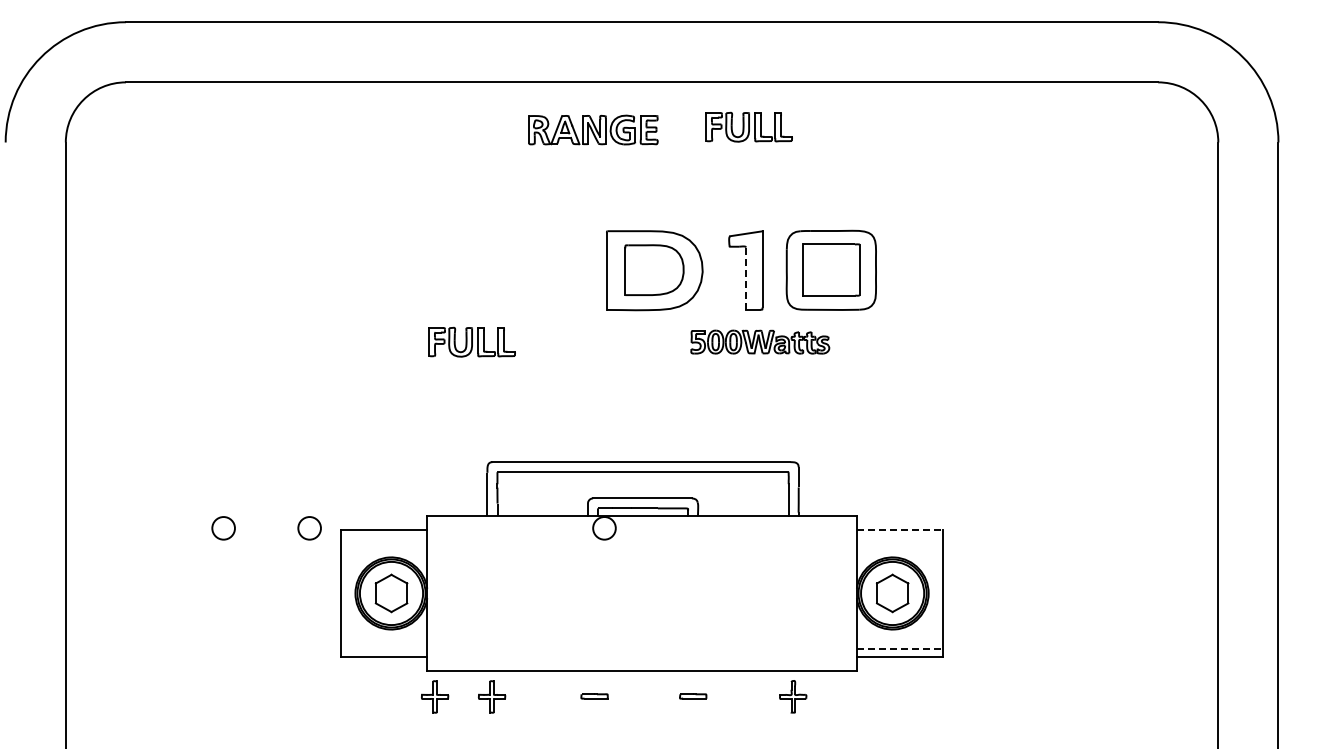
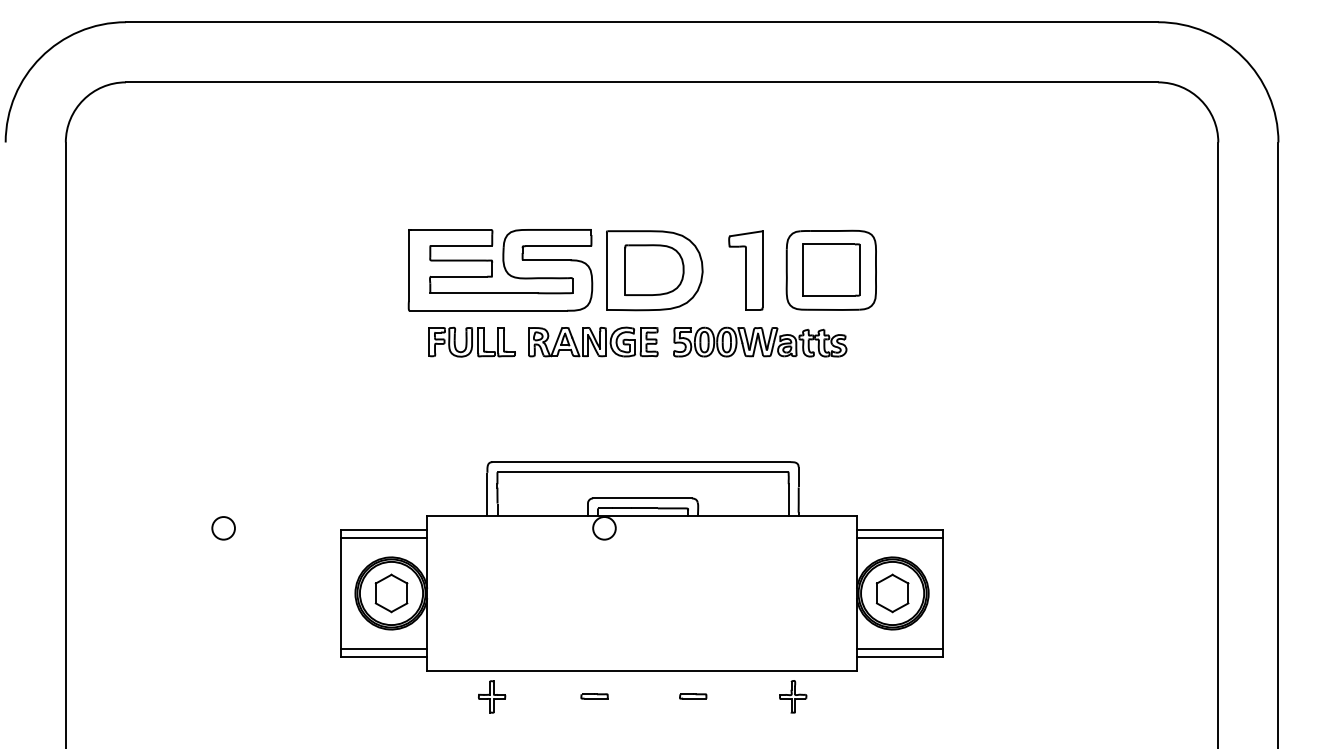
part at (748, 126): present -> none
part at (593, 129) position: (593, 129) -> (593, 341)
part at (500, 270): none -> present
line at (746, 279): dashed -> solid
part at (760, 341) size: 141x26 px -> 175x32 px
circle at (309, 528): present -> none
line at (899, 530): dashed -> solid
line at (384, 538): none -> present
line at (899, 538): none -> present
line at (384, 648): none -> present
line at (899, 648): dashed -> solid
part at (435, 696): present -> none
